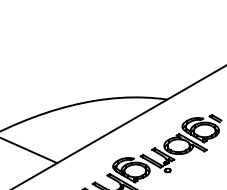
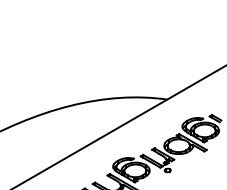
line at (29, 150): present -> none
